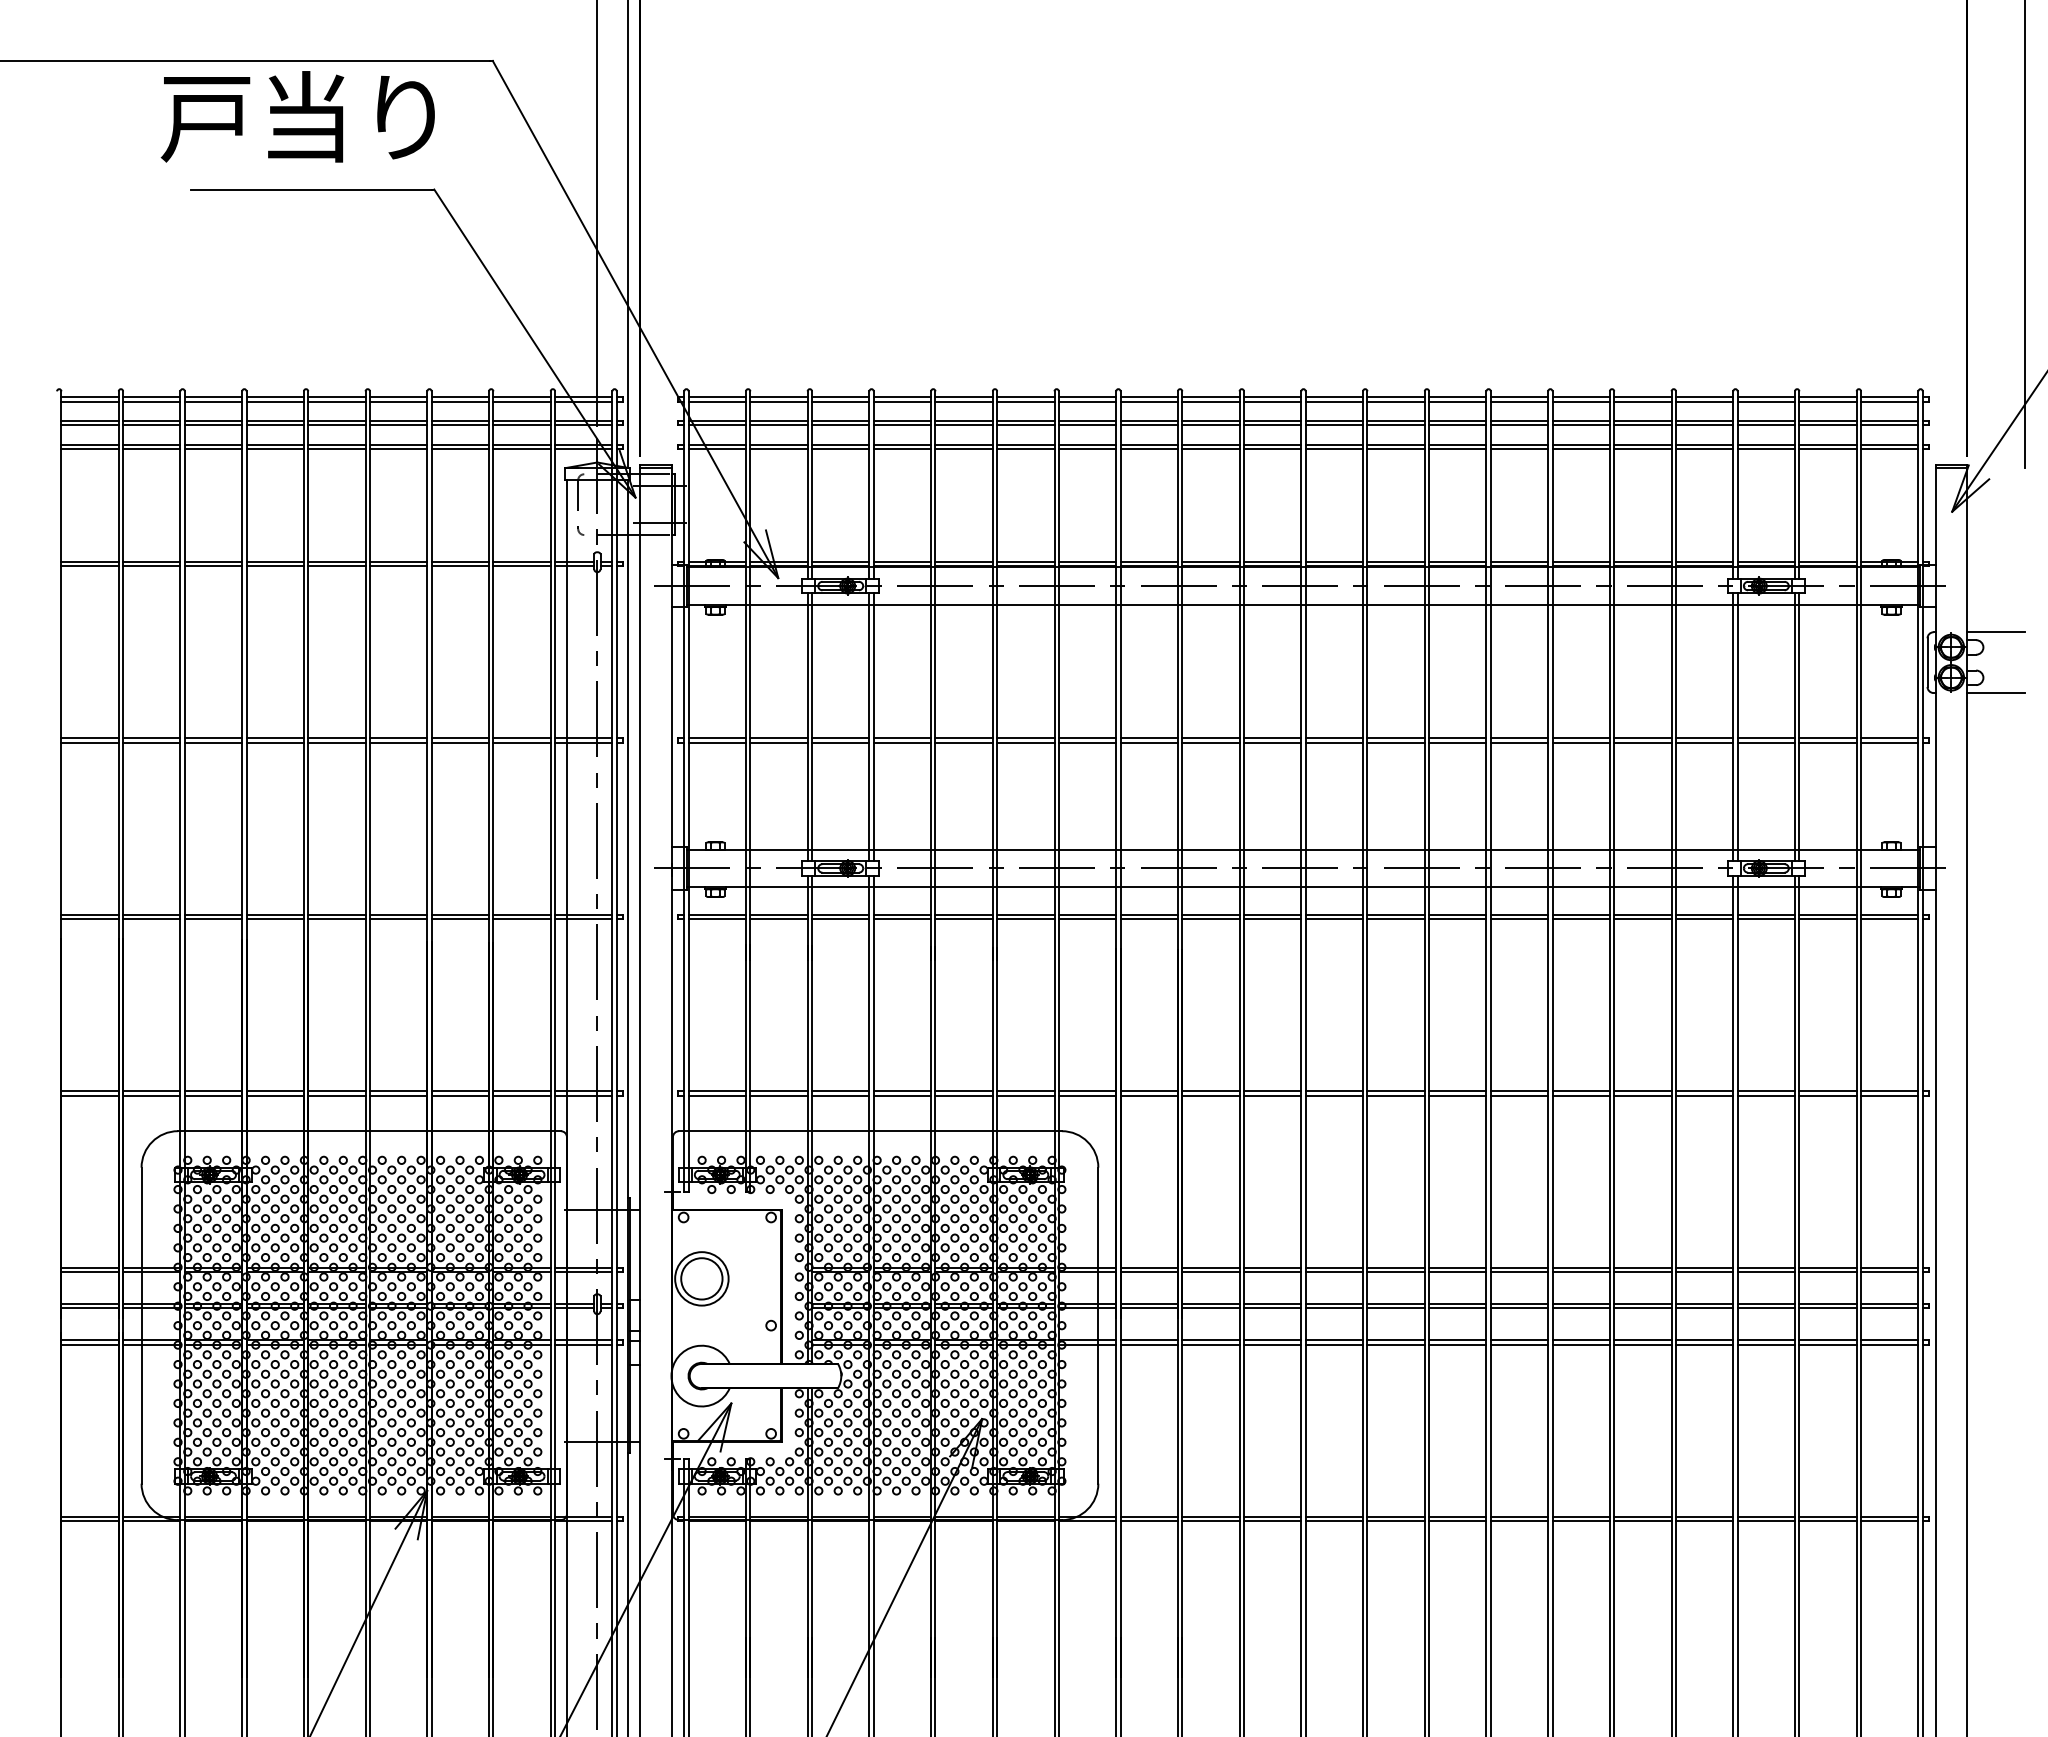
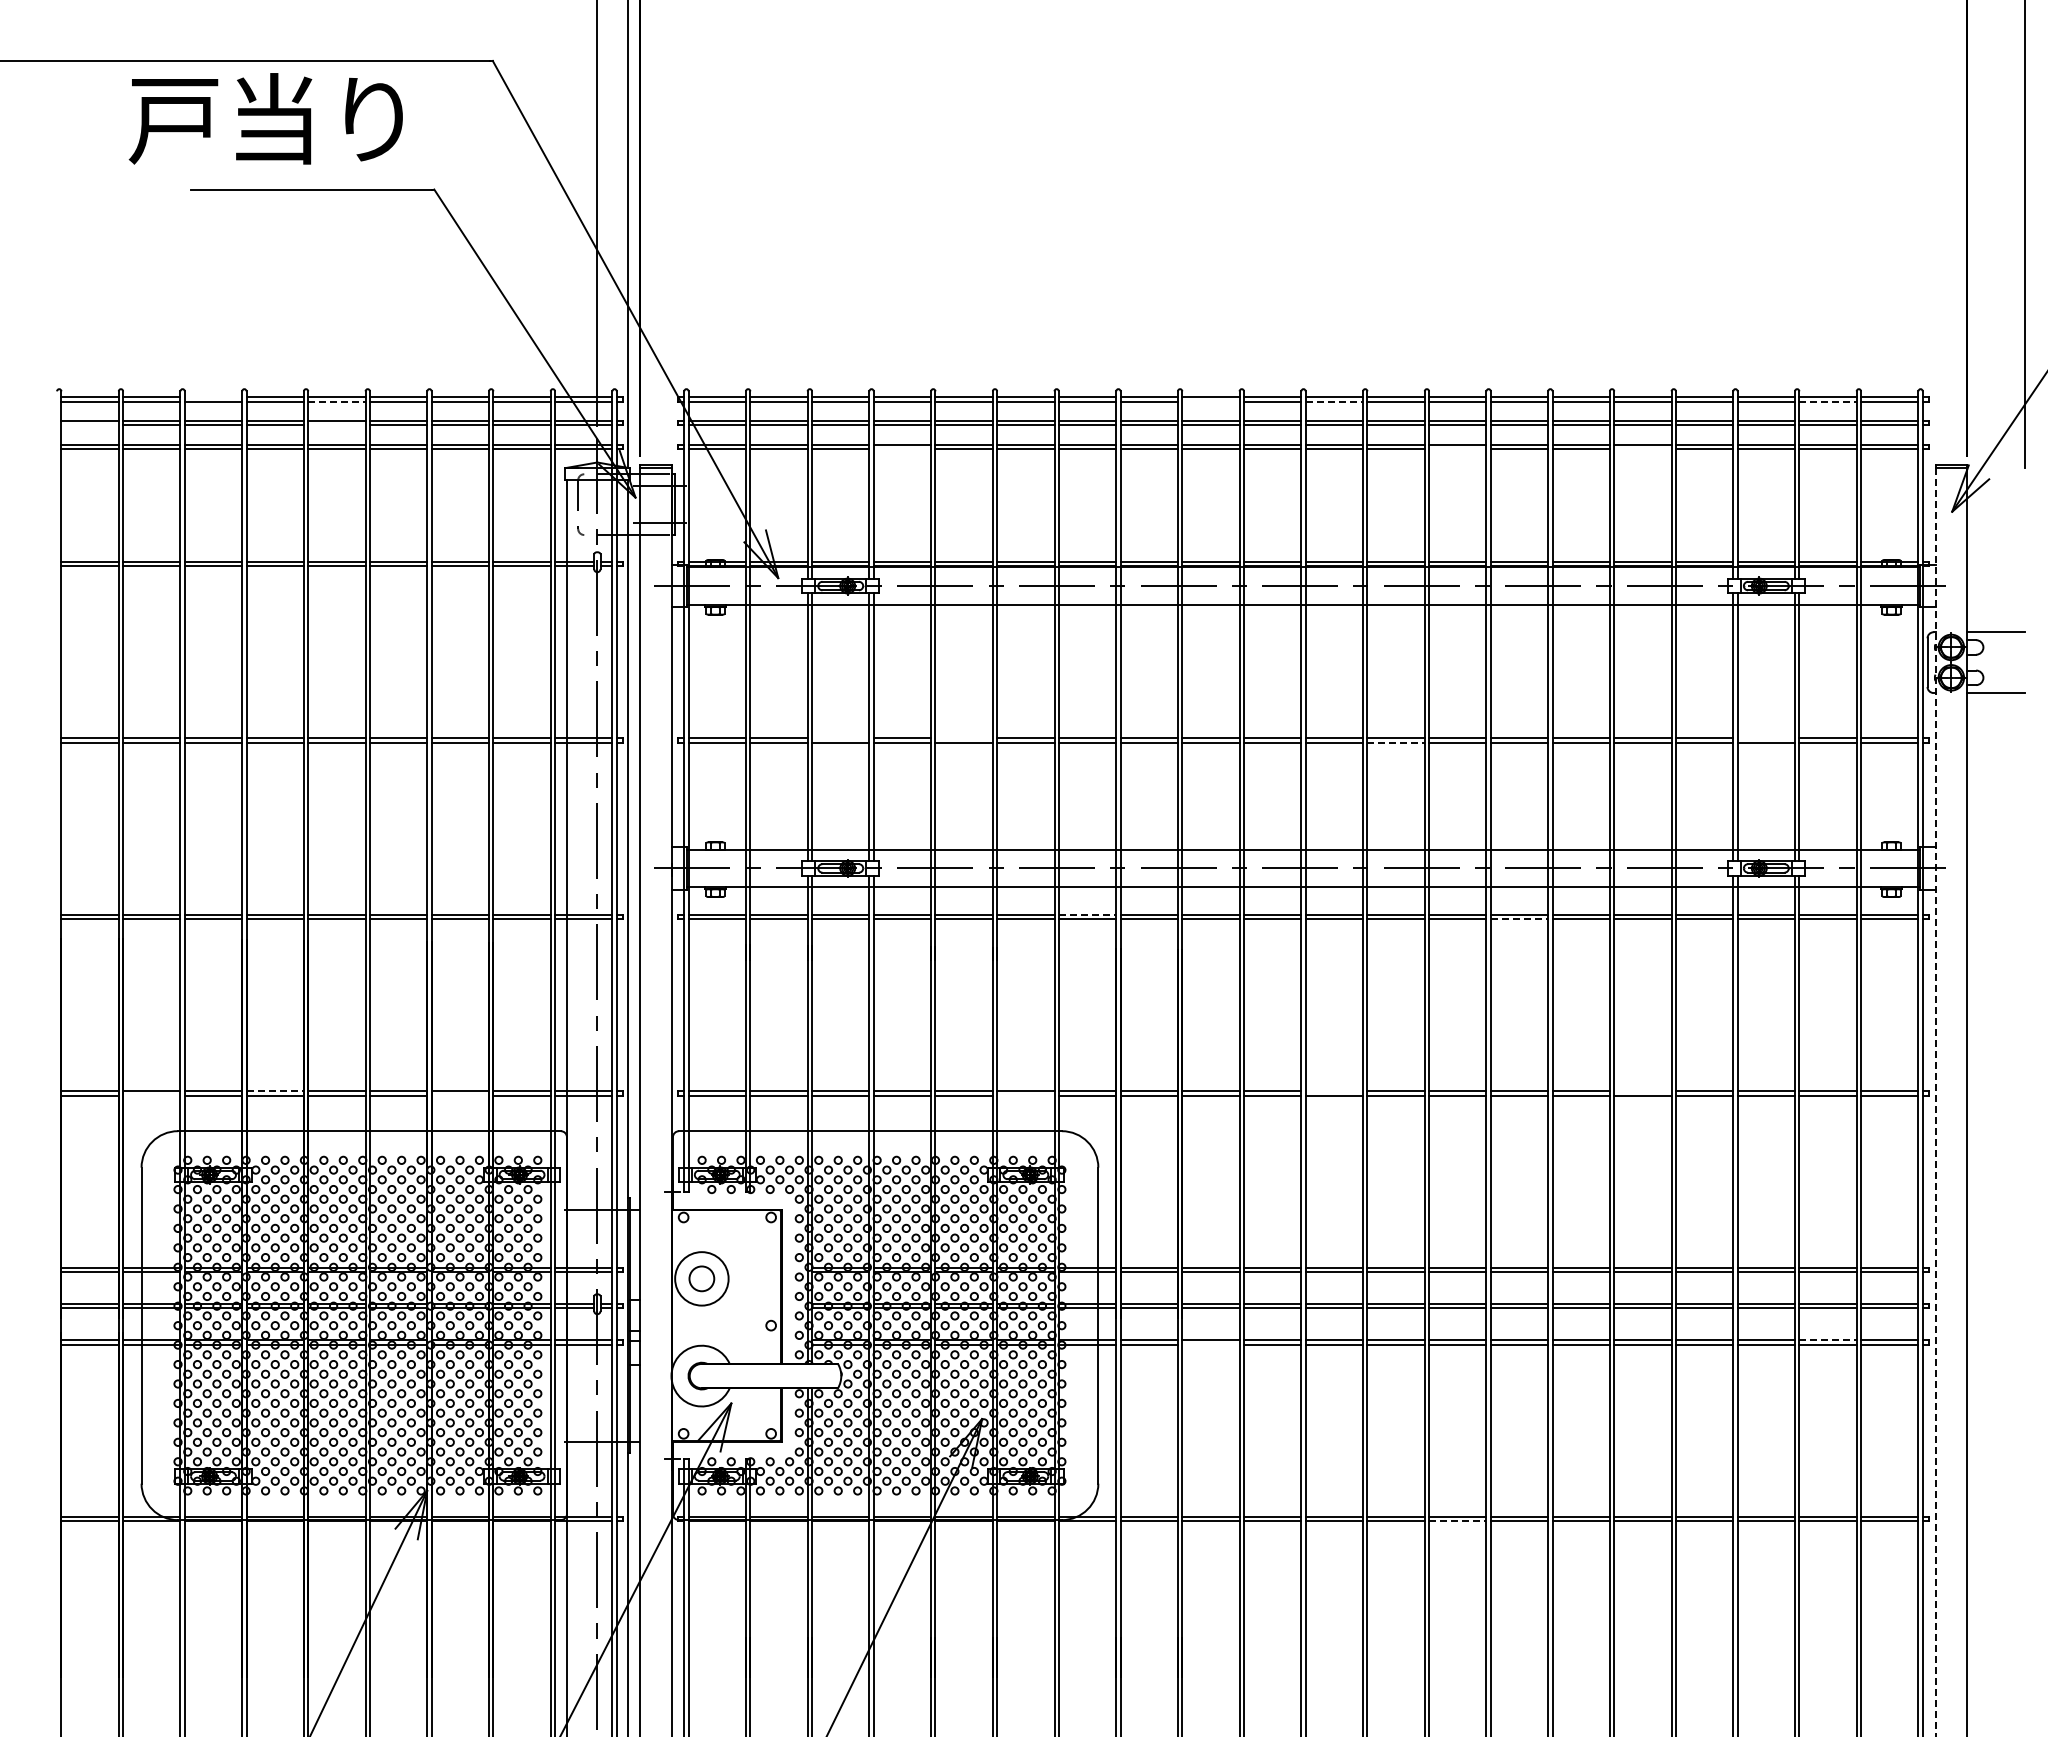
text at (297, 116) position: (297, 116) -> (265, 118)
line at (213, 397): present -> none
line at (336, 401): solid -> dashed
line at (1210, 401): present -> none
line at (1334, 401): solid -> dashed
line at (1828, 401): solid -> dashed
line at (89, 425): present -> none
line at (336, 425): present -> none
line at (902, 449): present -> none
line at (1457, 449): present -> none
line at (1642, 449): present -> none
line at (840, 738): present -> none
line at (963, 738): present -> none
line at (1765, 738): present -> none
line at (1396, 742): solid -> dashed
line at (1087, 914): solid -> dashed
line at (1519, 919): solid -> dashed
line at (275, 1091): solid -> dashed
line at (1334, 1091): present -> none
line at (1642, 1091): present -> none
line at (151, 1095): present -> none
line at (460, 1095): present -> none
line at (1025, 1095): present -> none
line at (1935, 1102): solid -> dashed
circle at (701, 1278) diameter: 41 px -> 25 px
line at (1828, 1340): solid -> dashed
line at (1210, 1344): present -> none
line at (1457, 1521): solid -> dashed
